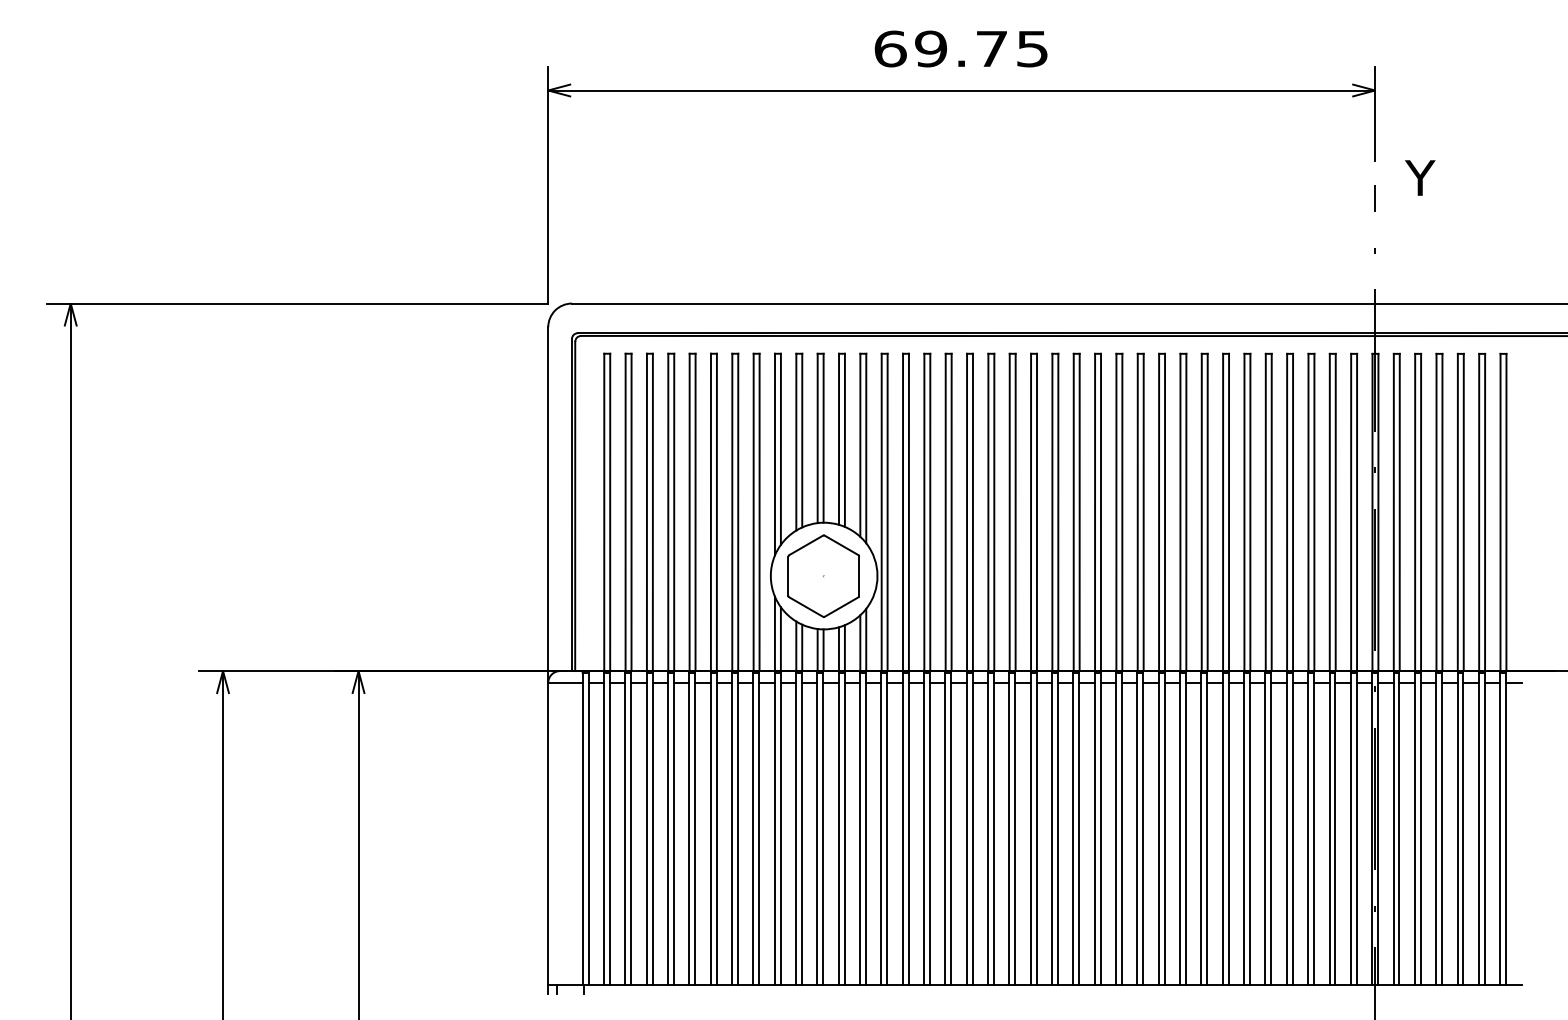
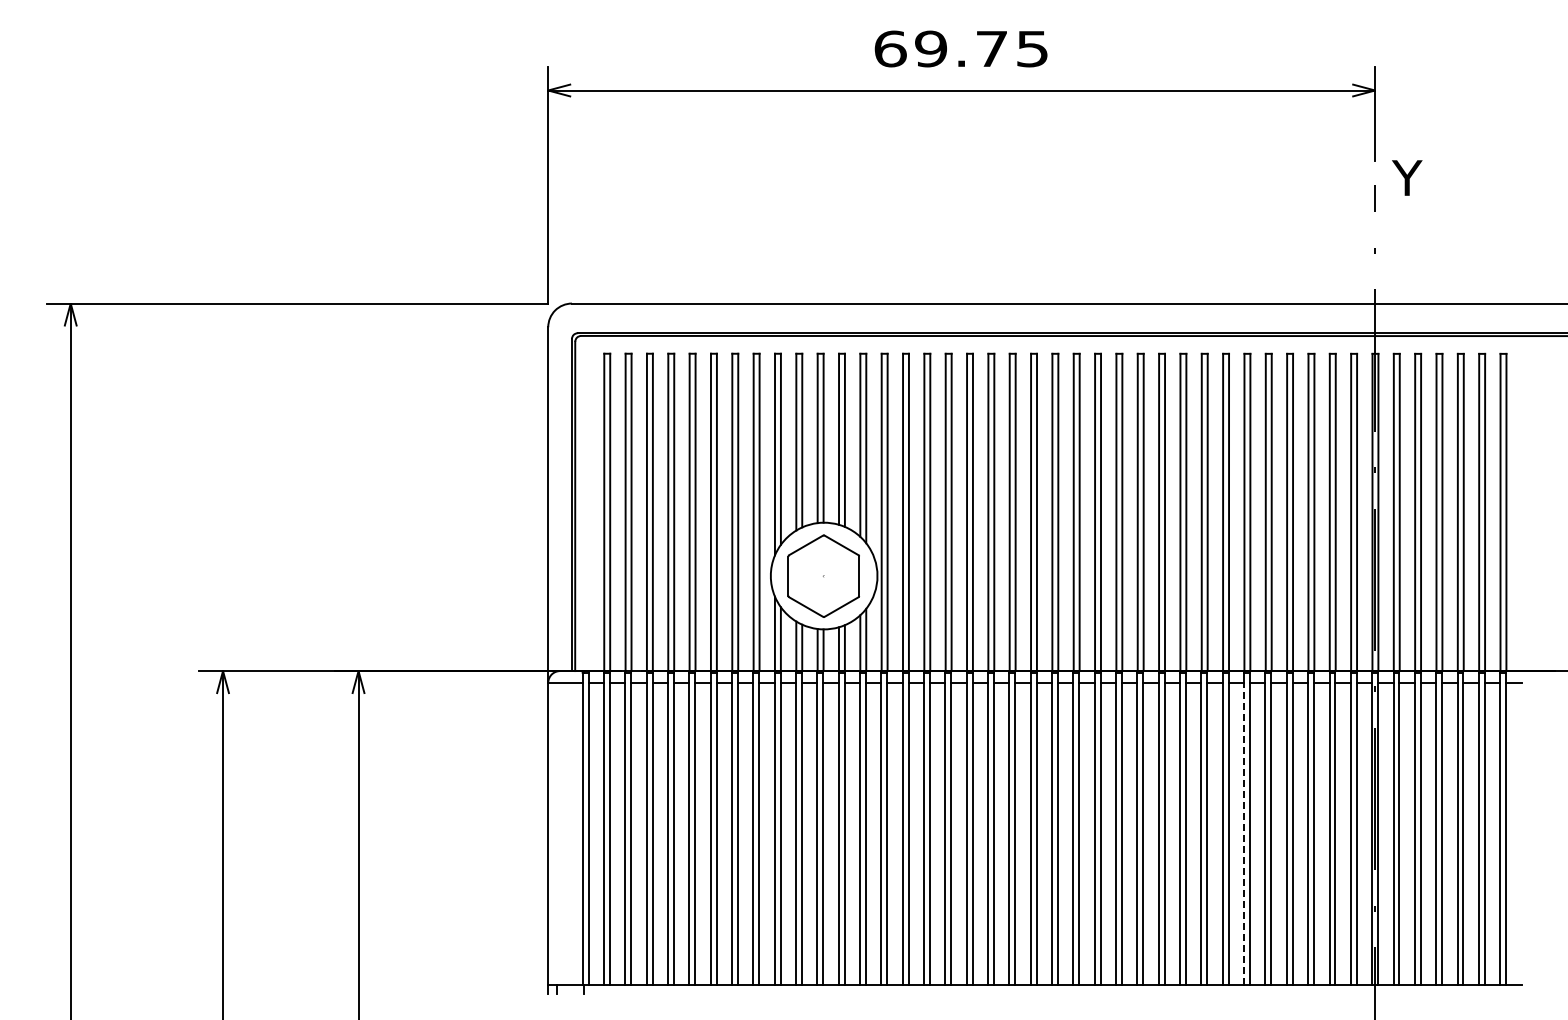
text at (1420, 177) position: (1420, 177) -> (1407, 177)
line at (1244, 833): solid -> dashed
